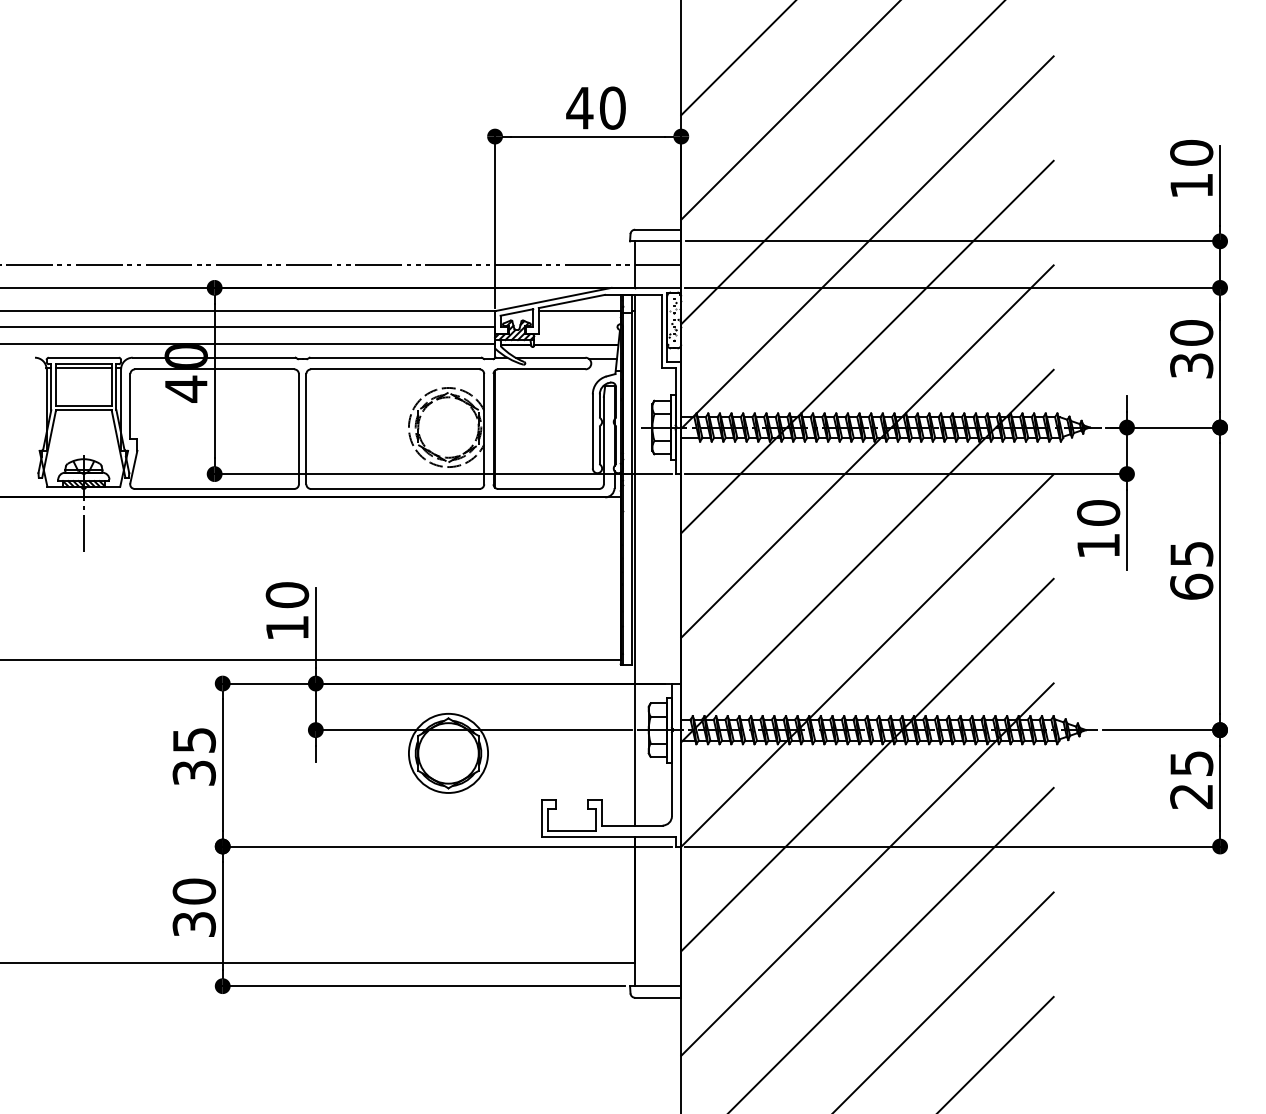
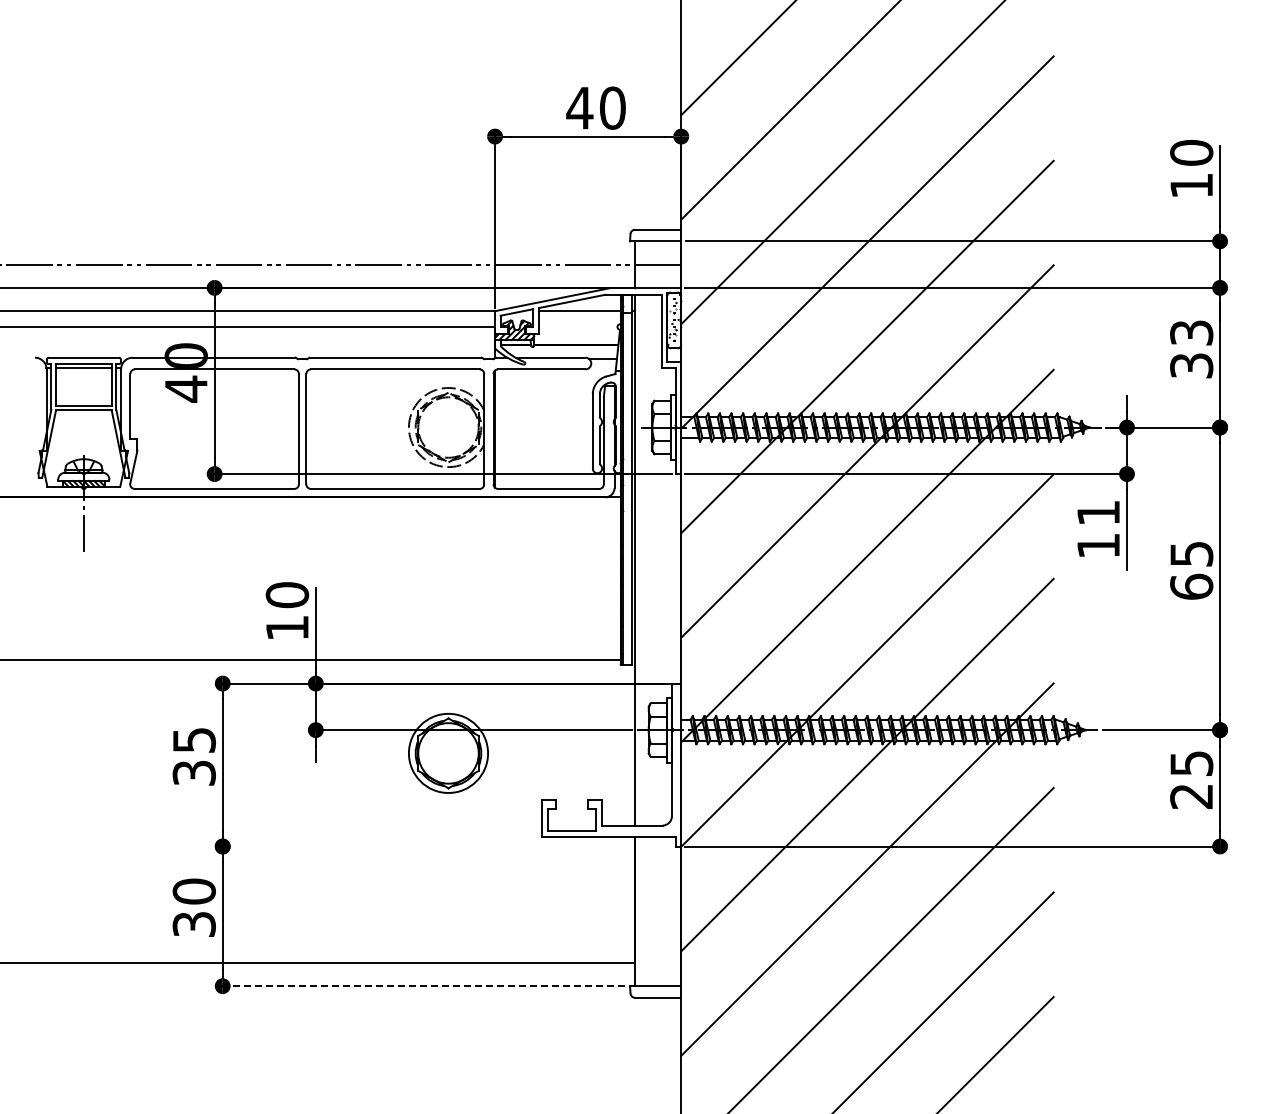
text at (1191, 332): 30 -> 33
line at (248, 343): present -> none
text at (1098, 512): 10 -> 11
line at (445, 846): present -> none
line at (421, 986): solid -> dashed
